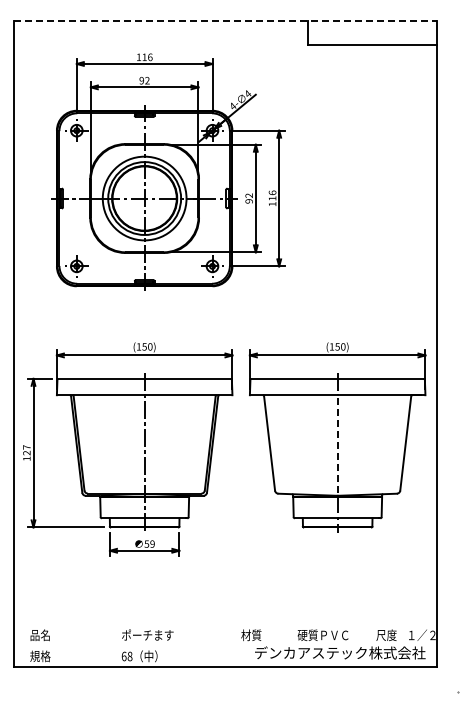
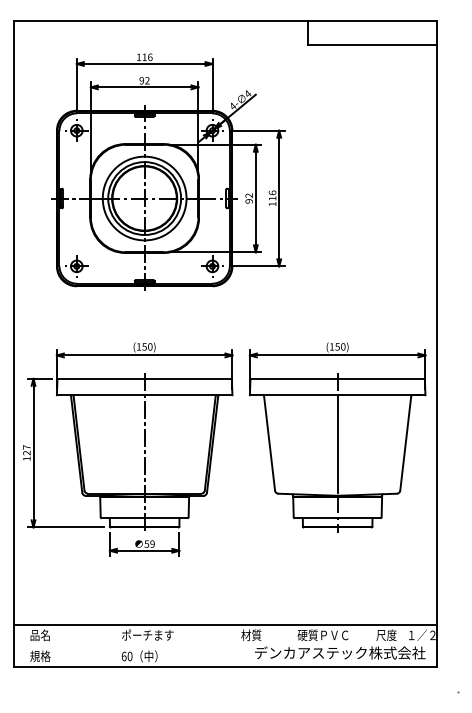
line at (225, 21): dashed -> solid
line at (337, 443): dashed -> solid
line at (225, 624): none -> present
text at (129, 656): 68 -> 60
